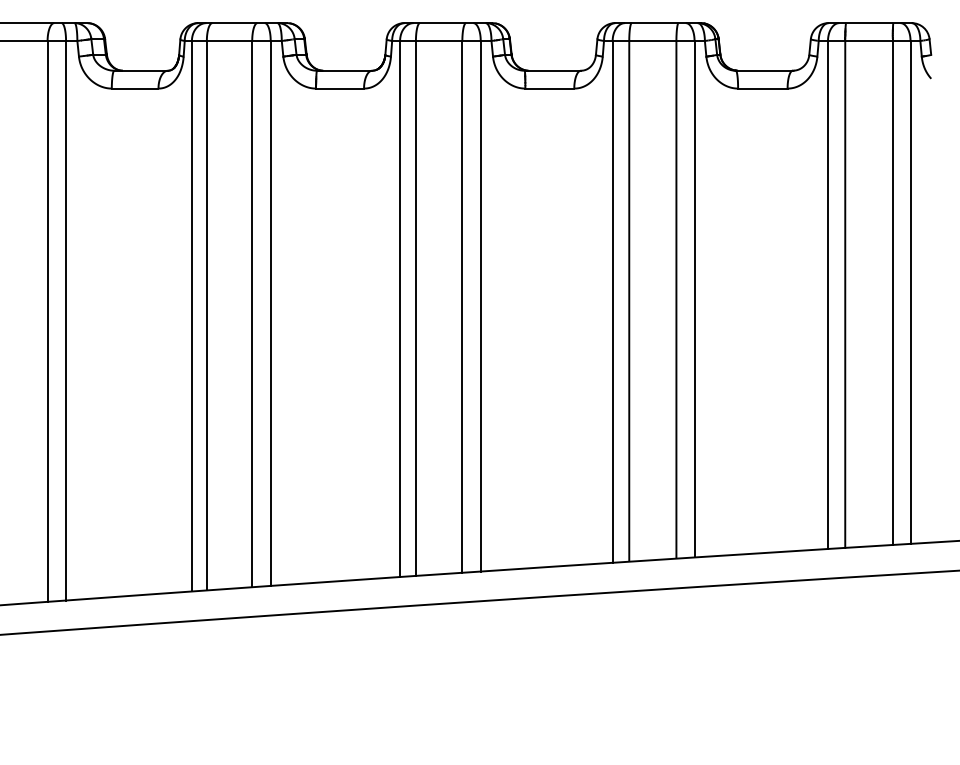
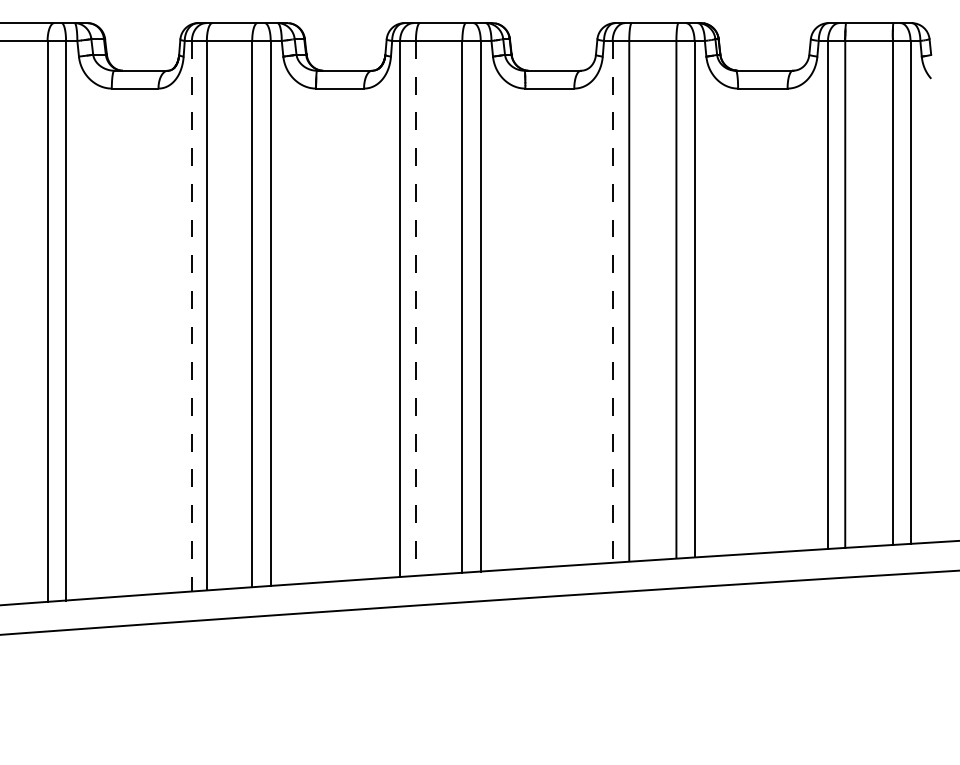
line at (612, 301): solid -> dashed
line at (415, 308): solid -> dashed
line at (191, 316): solid -> dashed
